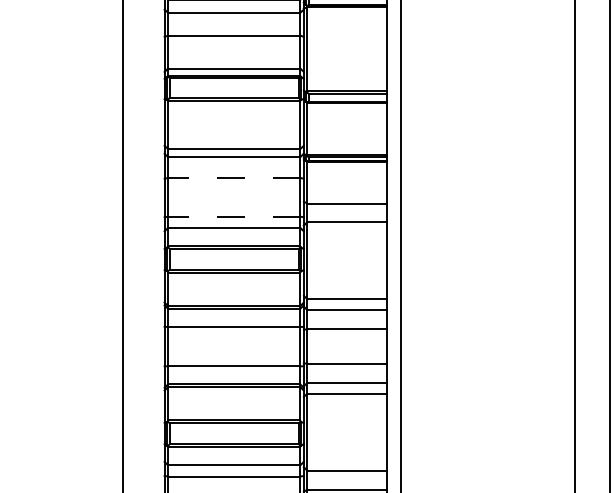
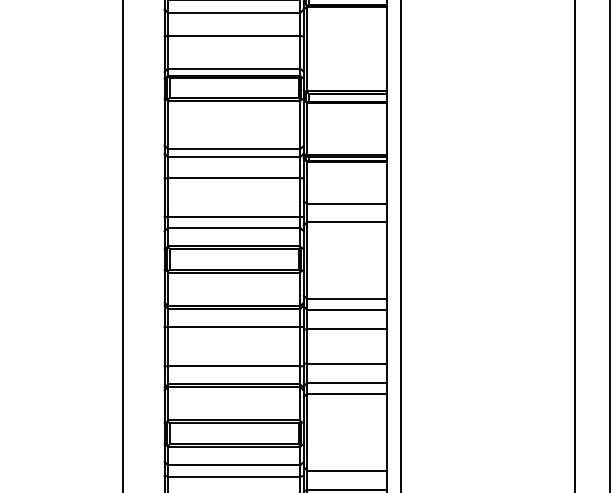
line at (233, 177): dashed -> solid
line at (233, 216): dashed -> solid
